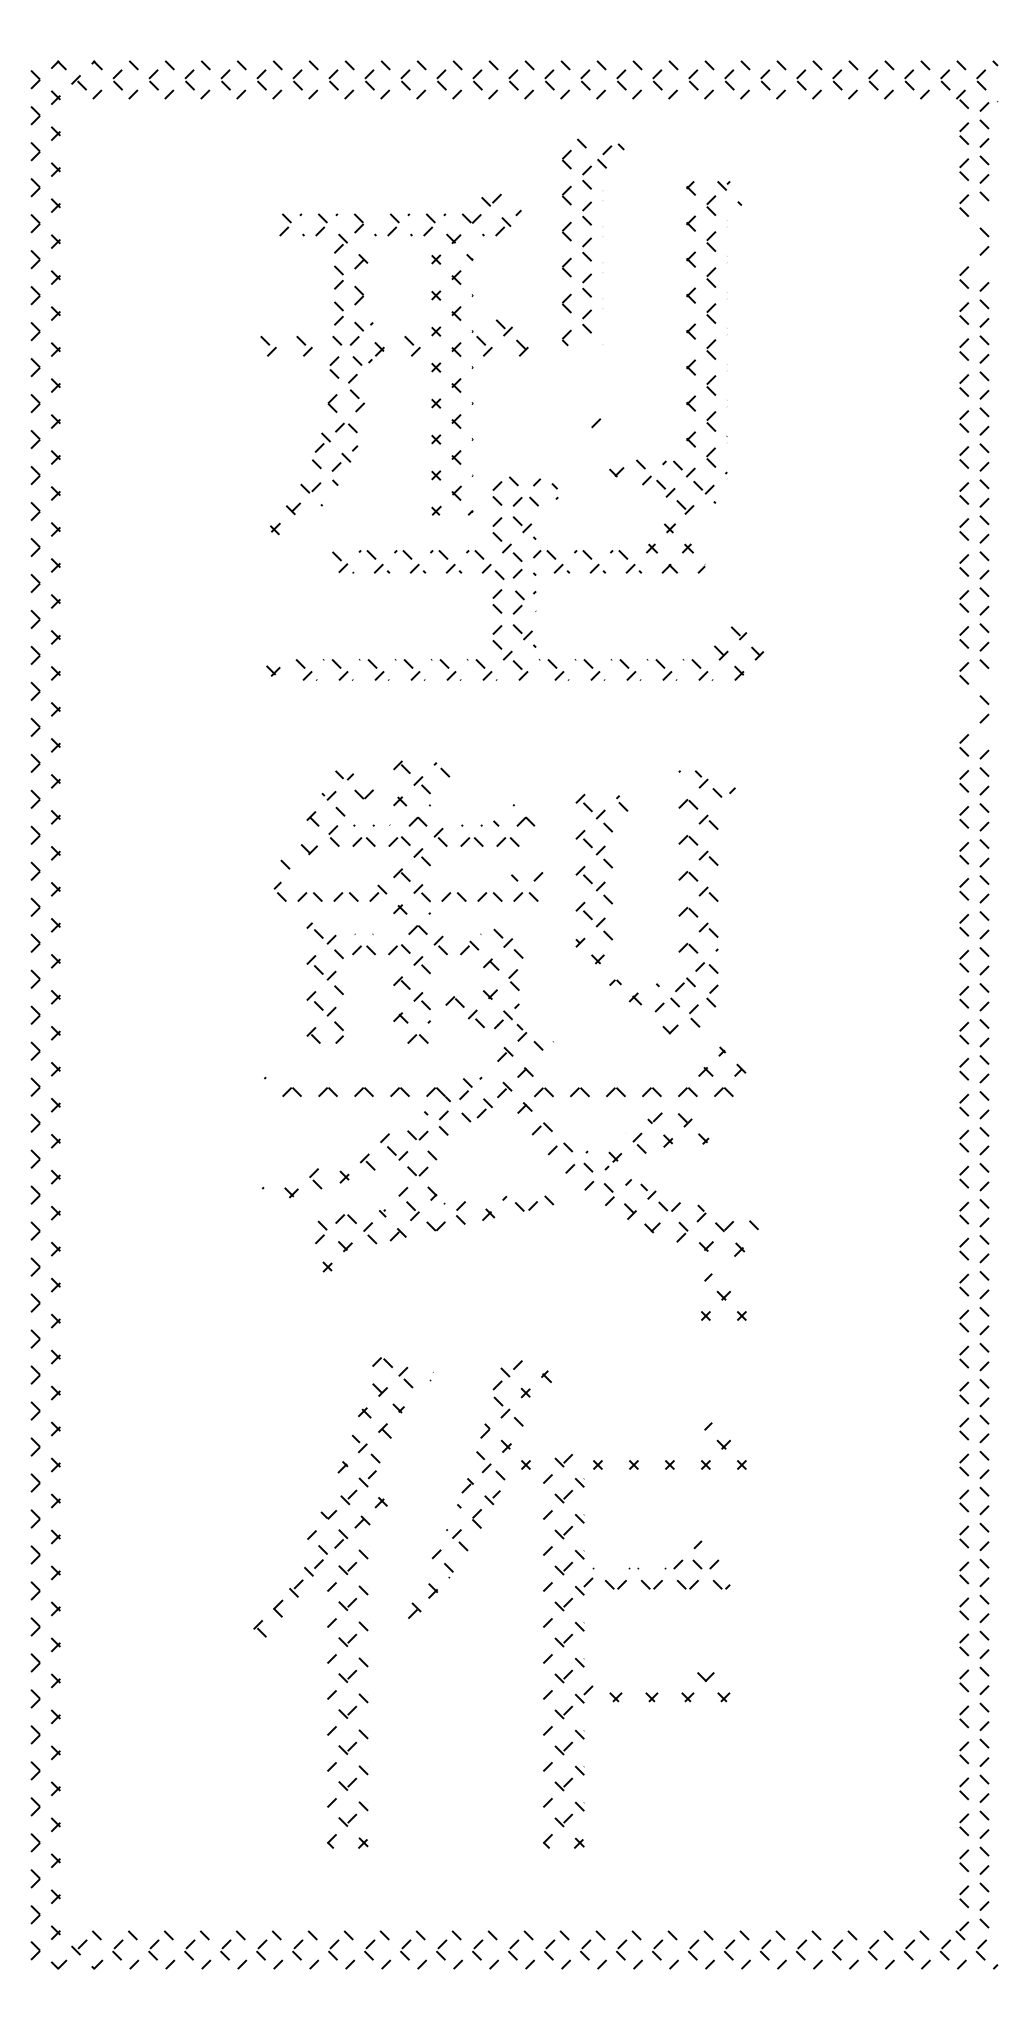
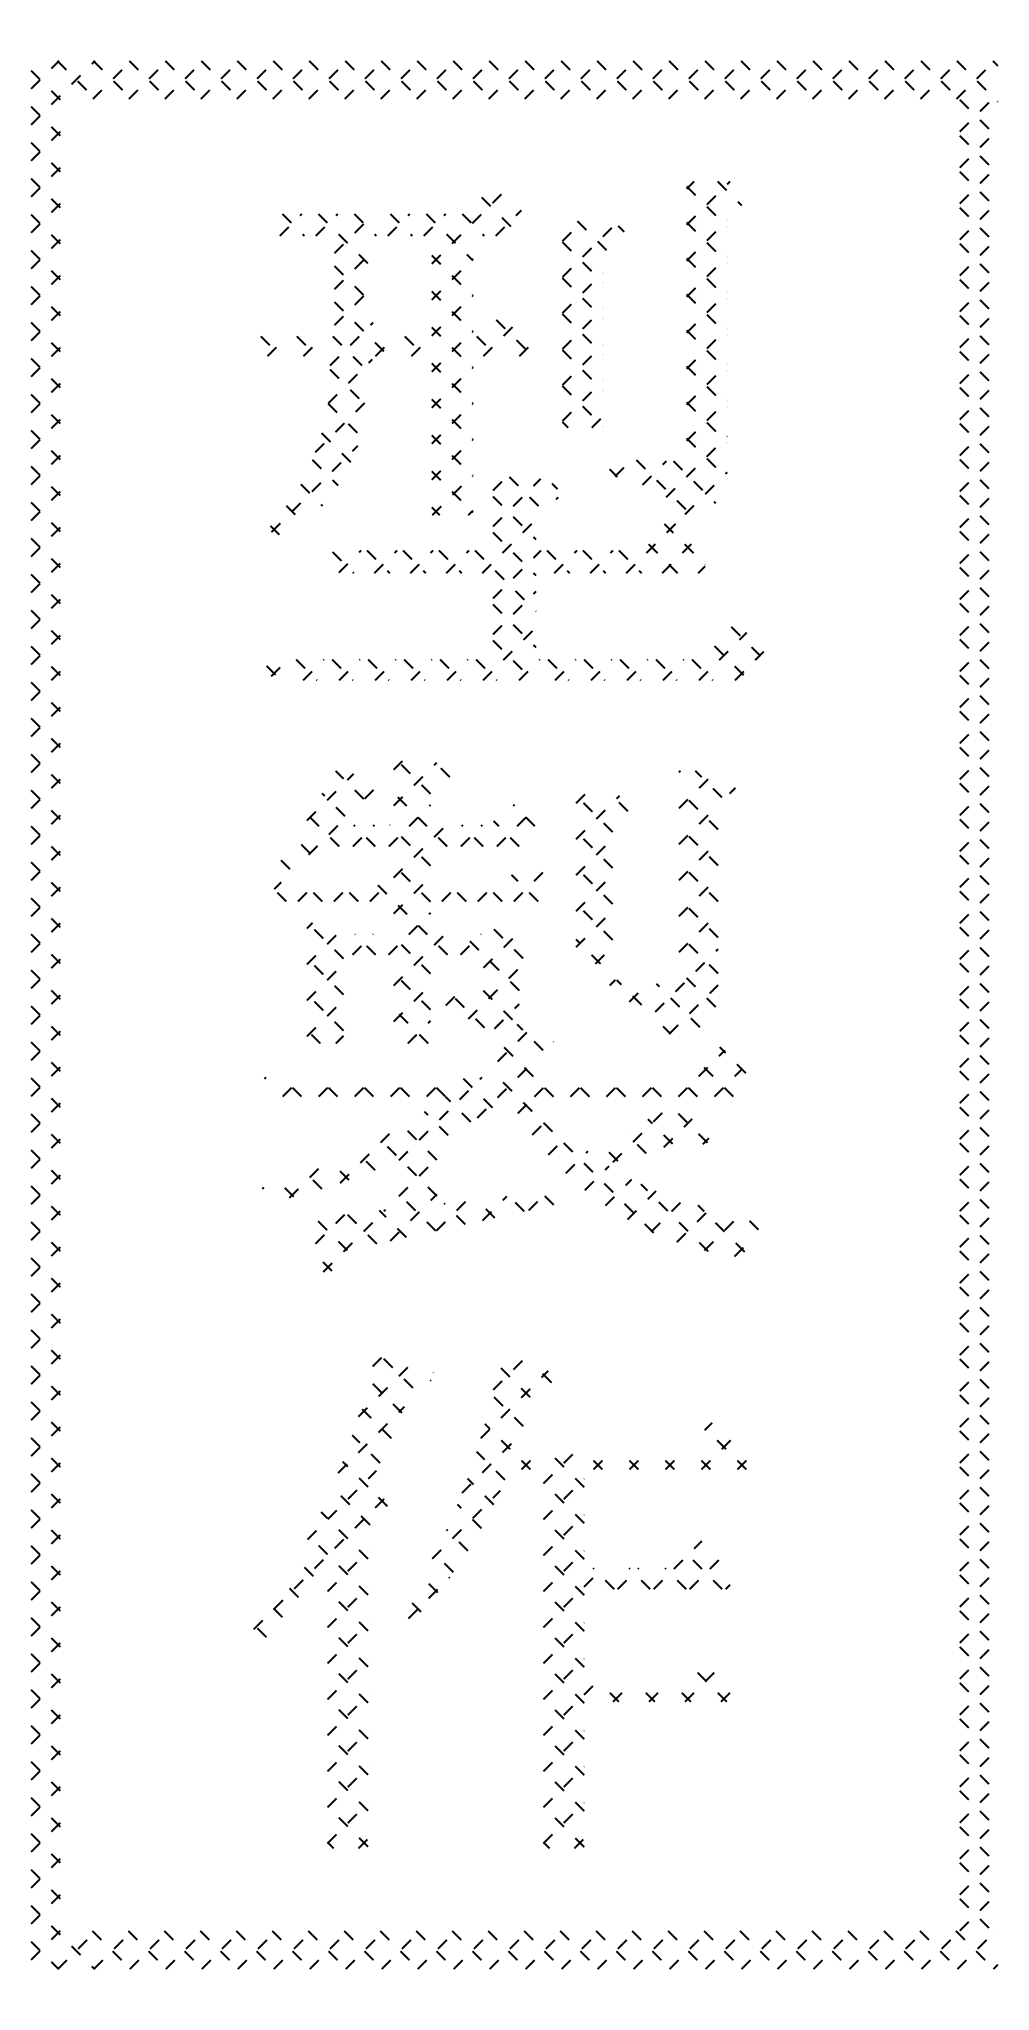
part at (967, 233): none -> present
part at (593, 242) position: (593, 242) -> (593, 324)
part at (967, 701): none -> present
part at (723, 1296): present -> none
